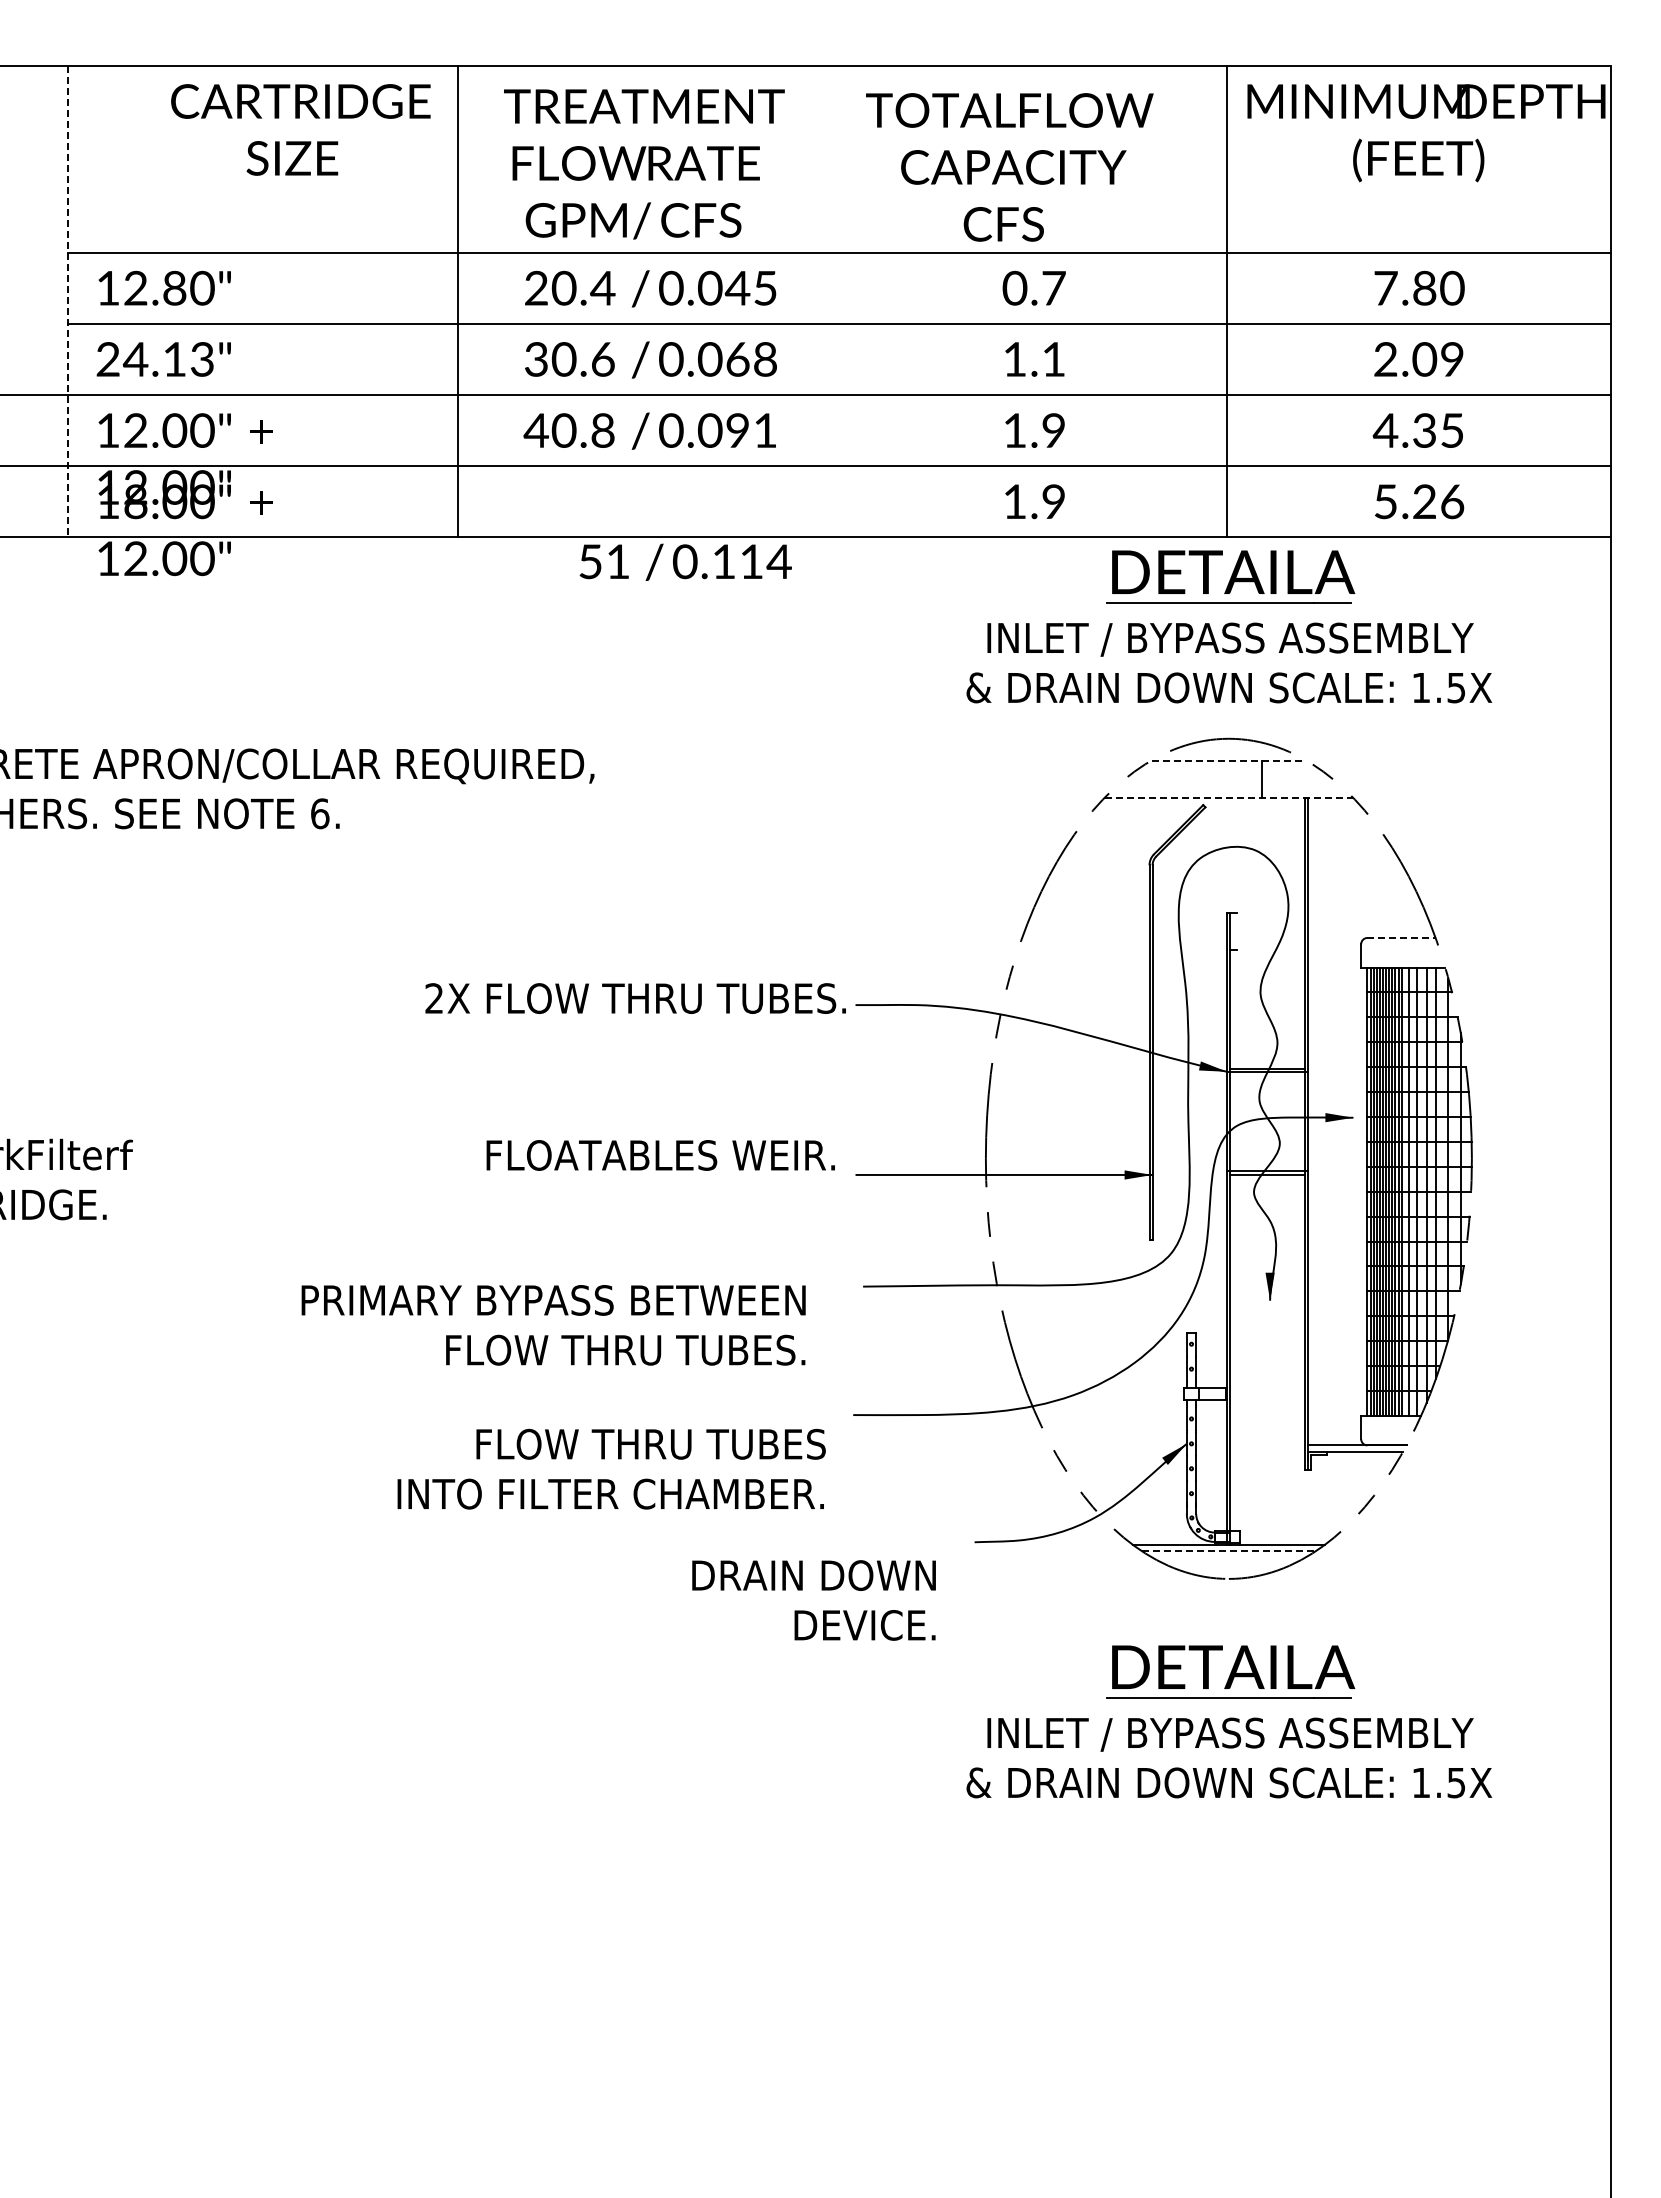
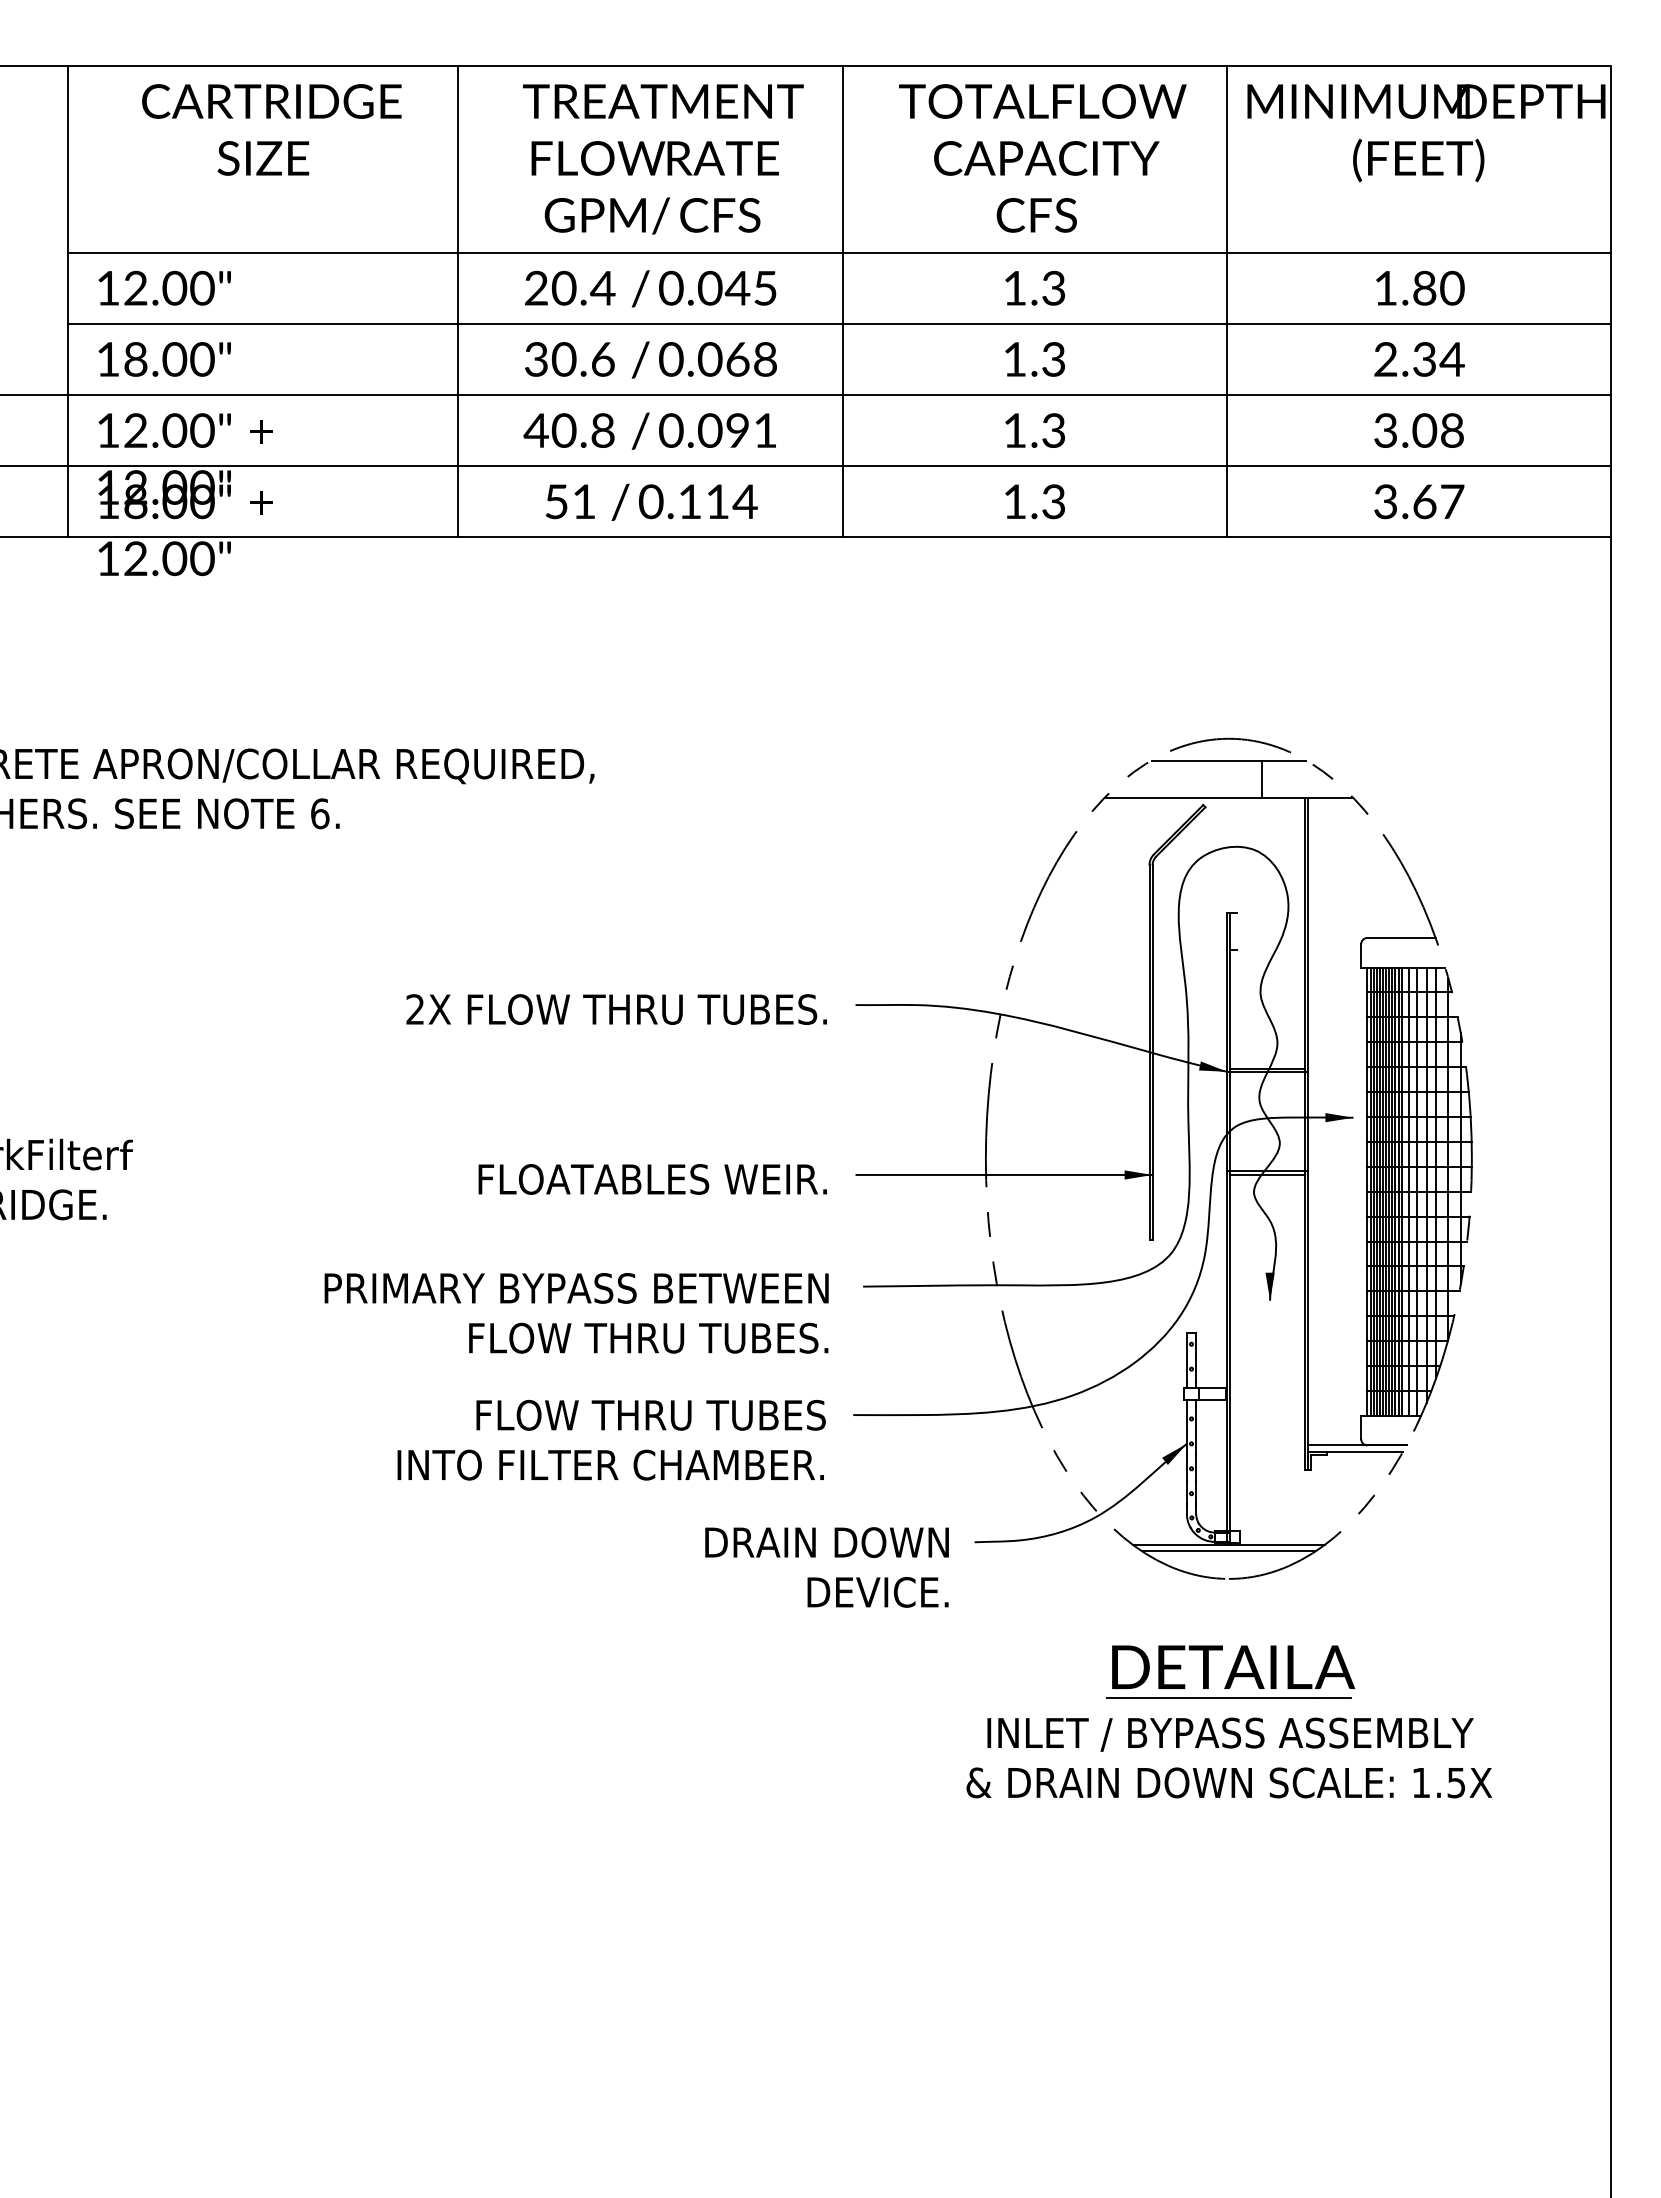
text at (300, 129) position: (300, 129) -> (271, 129)
text at (644, 164) position: (644, 164) -> (663, 159)
text at (1009, 167) position: (1009, 167) -> (1042, 158)
text at (1033, 287): 0.7 -> 1.3
text at (174, 288): 12.80" -> 12.00"
text at (1385, 288): 7.80 -> 1.80
line at (68, 301): dashed -> solid
line at (842, 301): none -> present
text at (155, 359): 24.13" -> 18.00"
text at (1053, 359): 1.1 -> 1.3
text at (1438, 359): 2.09 -> 2.34
text at (1053, 430): 1.9 -> 1.3
text at (1417, 430): 4.35 -> 3.08
text at (1053, 501): 1.9 -> 1.3
text at (1419, 501): 5.26 -> 3.67
text at (685, 561) position: (685, 561) -> (651, 501)
part at (1229, 626): present -> none
line at (1229, 760): dashed -> solid
line at (1229, 797): dashed -> solid
line at (1401, 937): dashed -> solid
text at (635, 998) position: (635, 998) -> (616, 1009)
text at (660, 1155) position: (660, 1155) -> (652, 1179)
text at (553, 1325) position: (553, 1325) -> (576, 1313)
text at (611, 1468) position: (611, 1468) -> (611, 1439)
line at (1228, 1551): dashed -> solid
text at (813, 1600) position: (813, 1600) -> (826, 1567)
